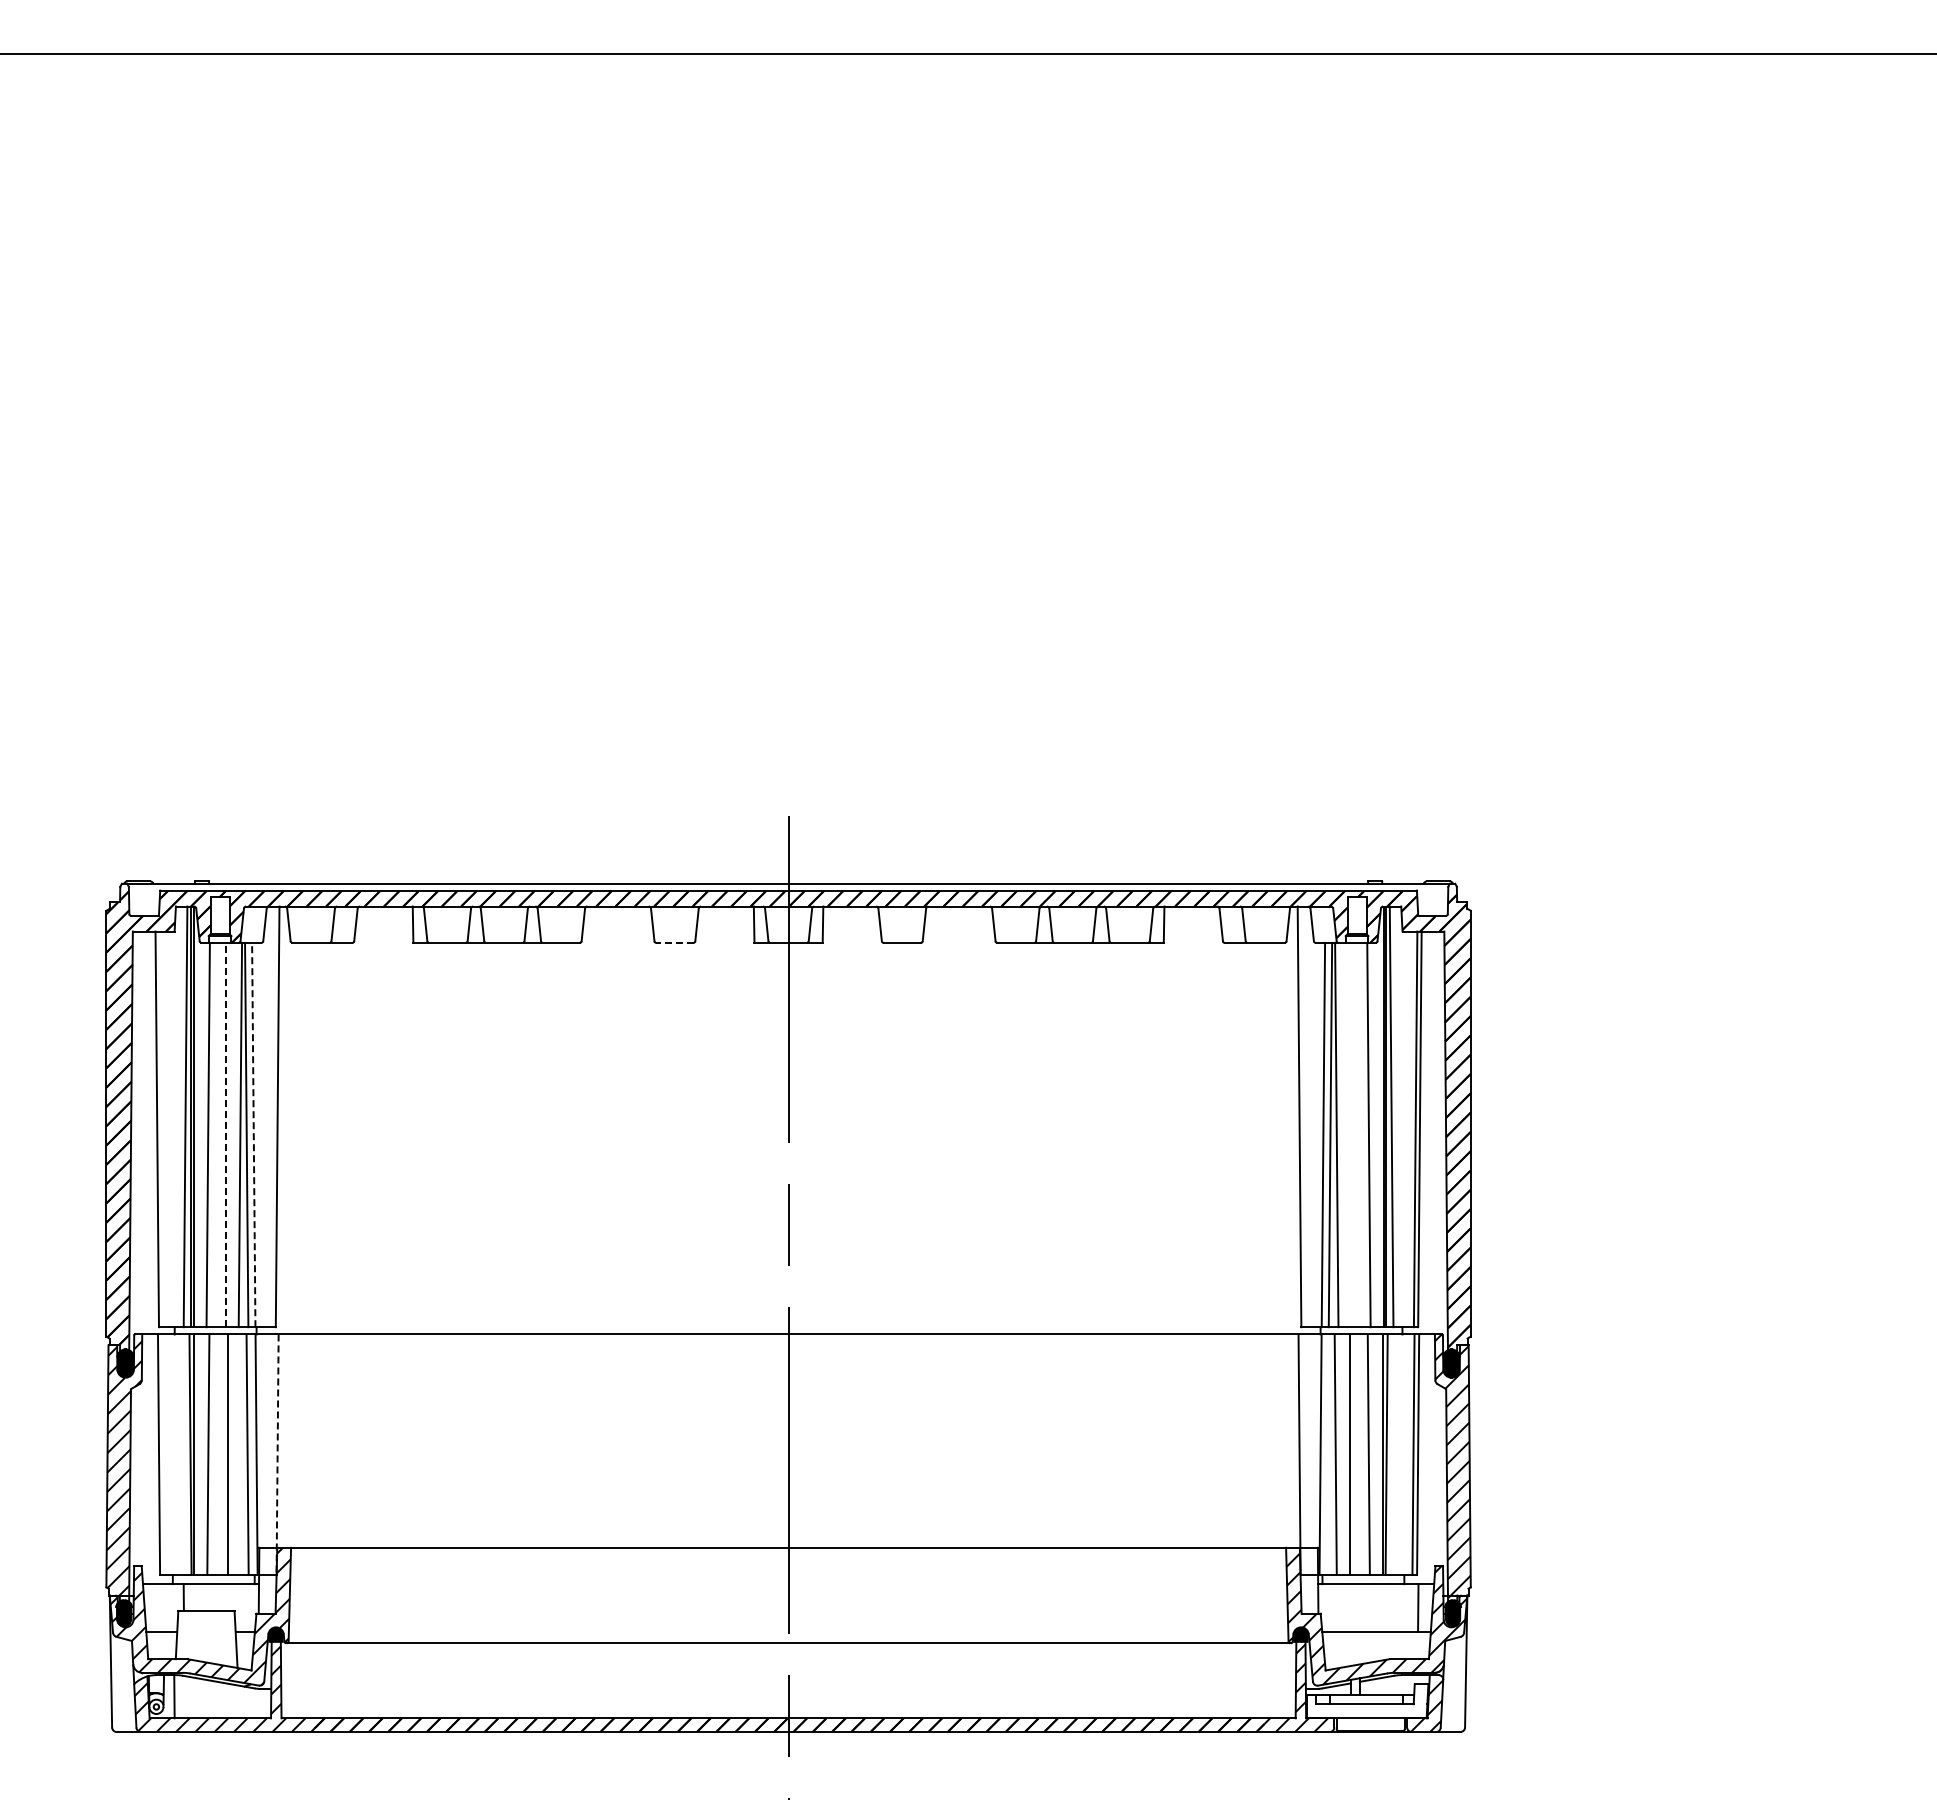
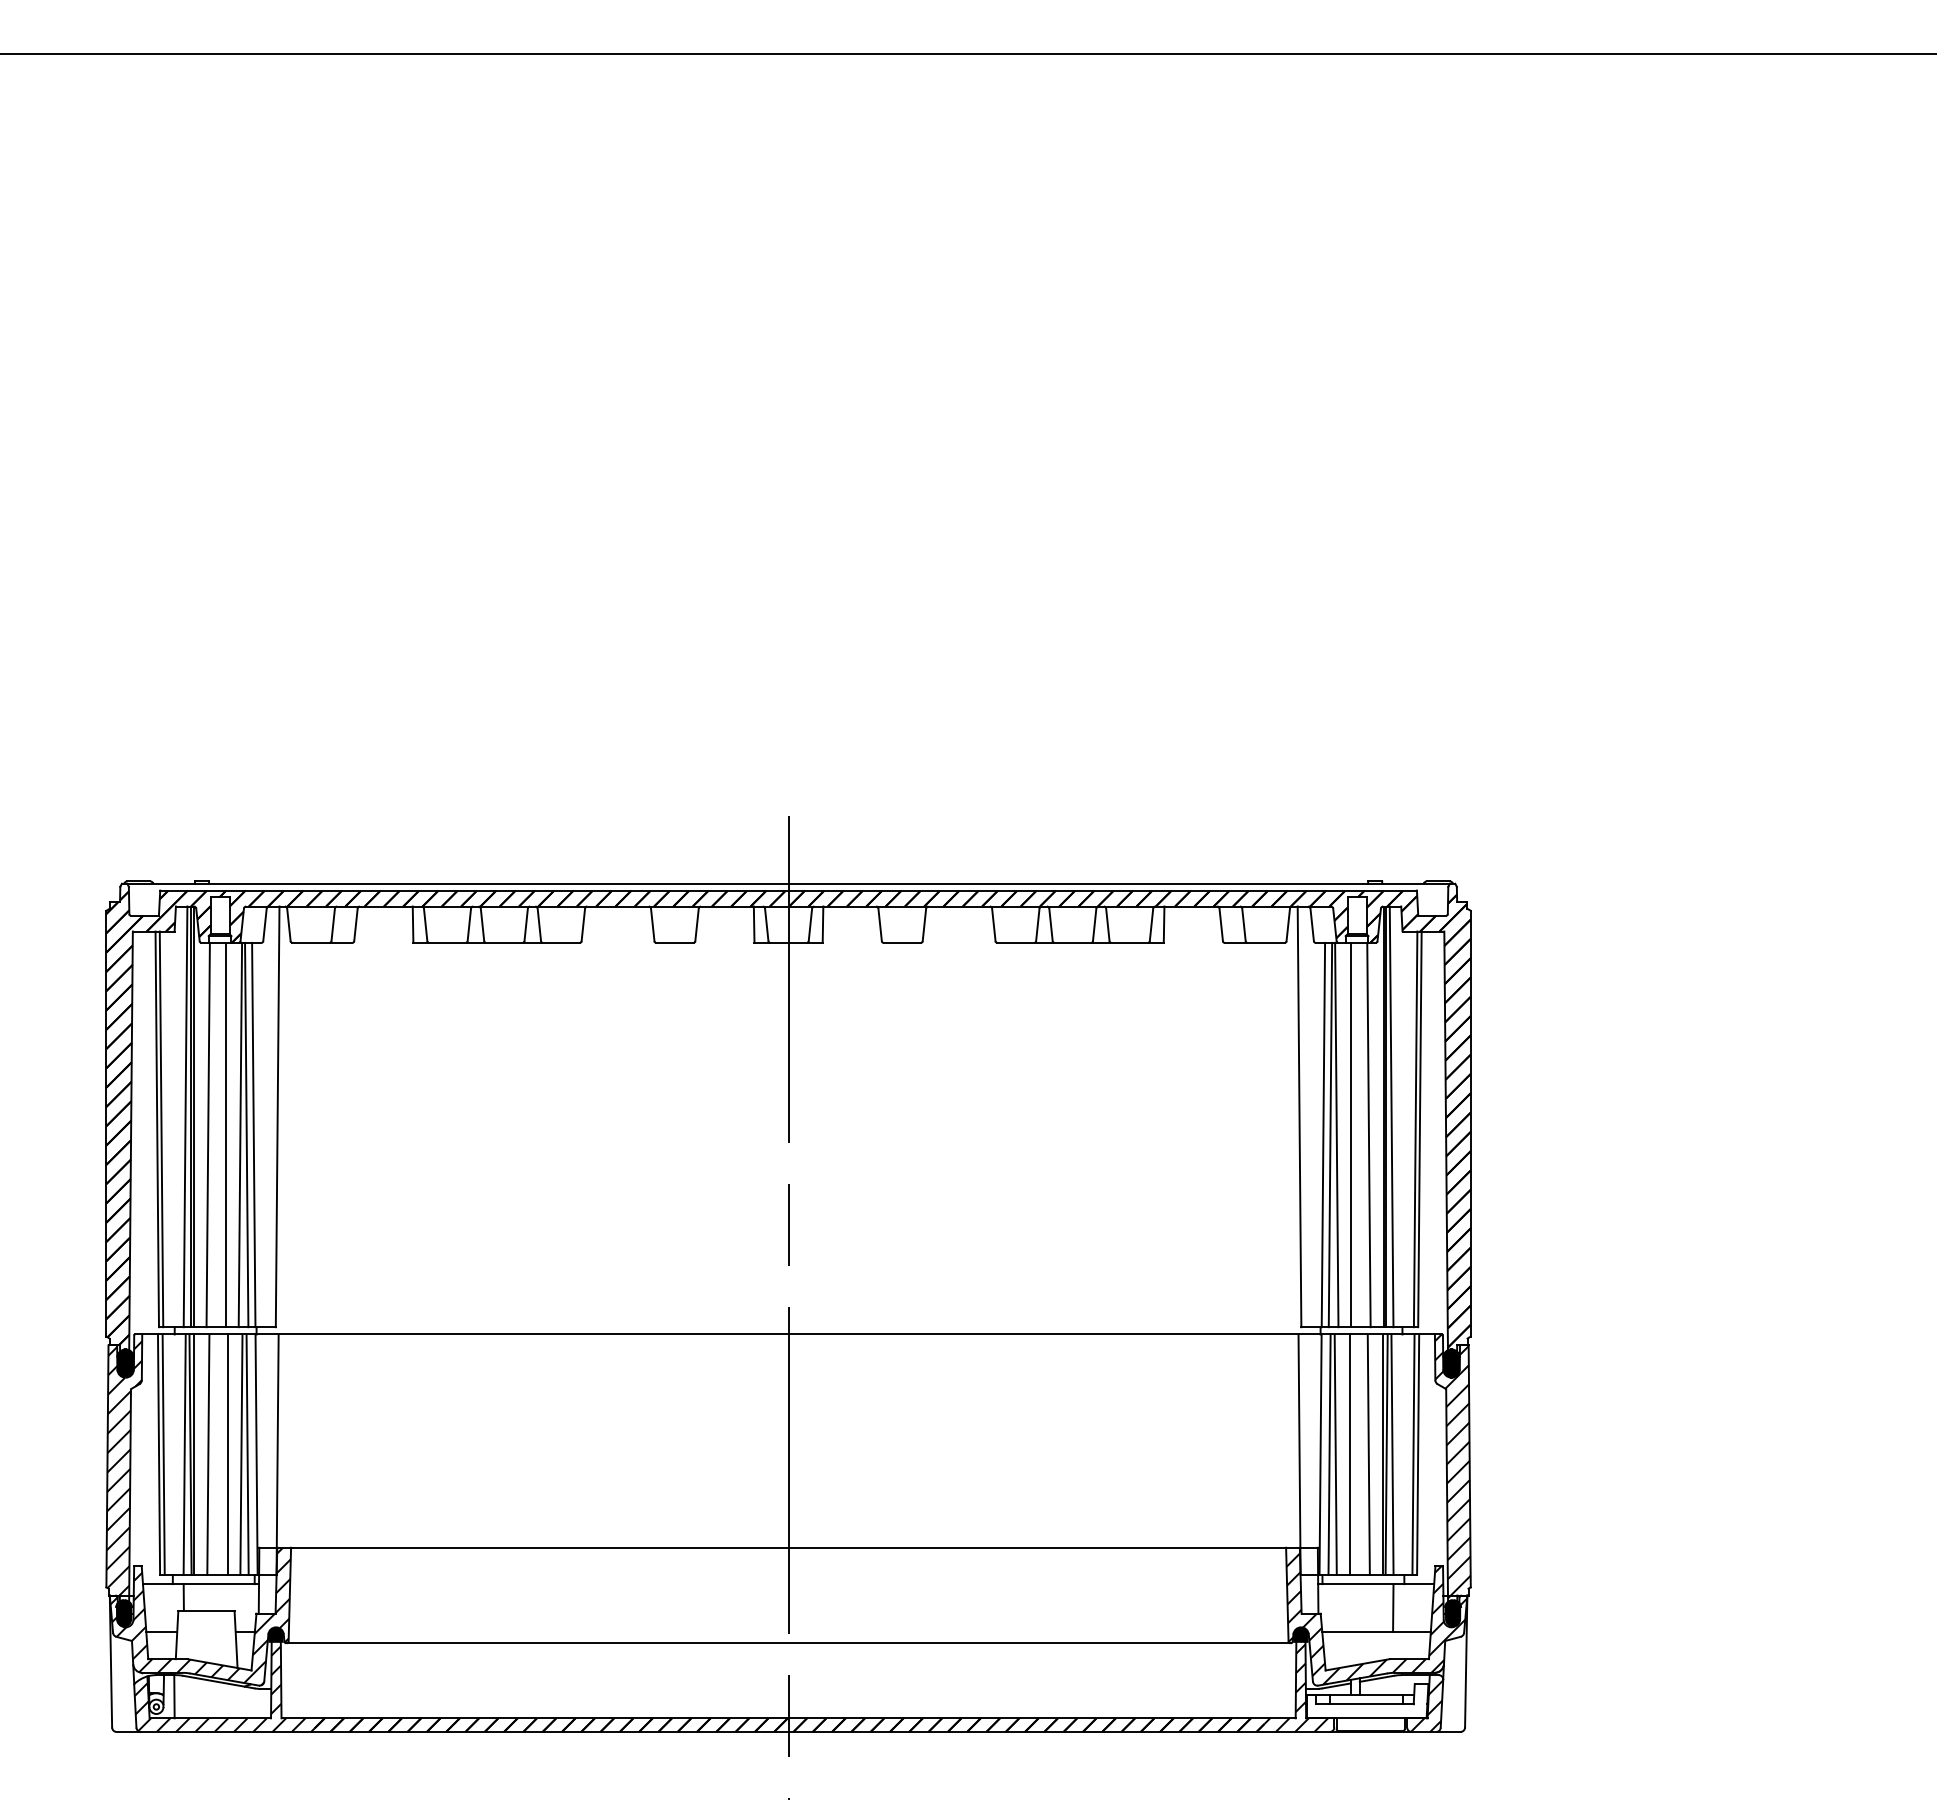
line at (674, 942): dashed -> solid
line at (161, 1129): none -> present
line at (225, 1134): dashed -> solid
line at (253, 1134): dashed -> solid
line at (1351, 1134): none -> present
line at (163, 1454): none -> present
line at (184, 1454): none -> present
line at (241, 1454): none -> present
line at (1329, 1454): none -> present
line at (1392, 1454): none -> present
line at (277, 1455): dashed -> solid
line at (1418, 1607) position: (1418, 1607) -> (1393, 1607)
